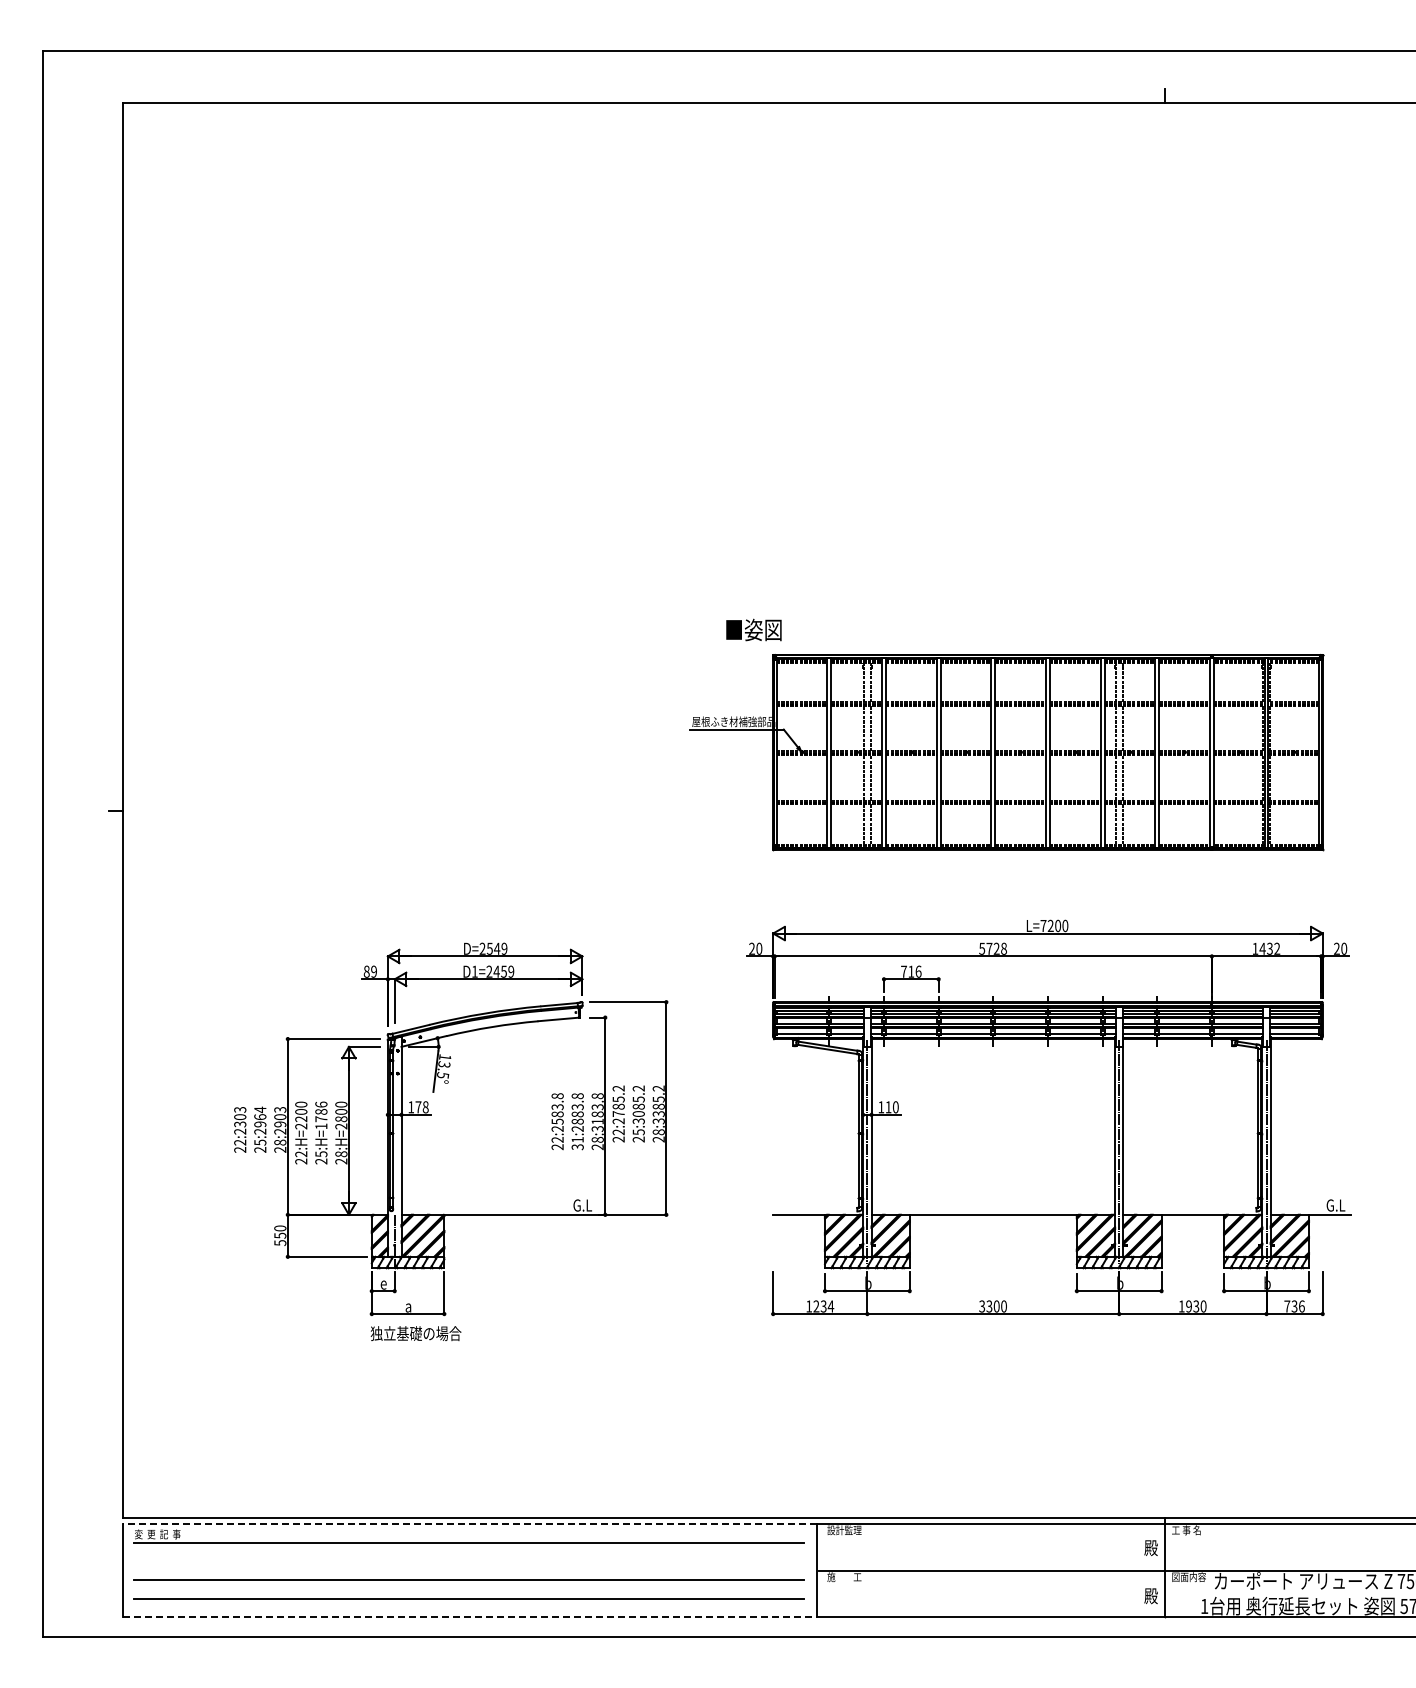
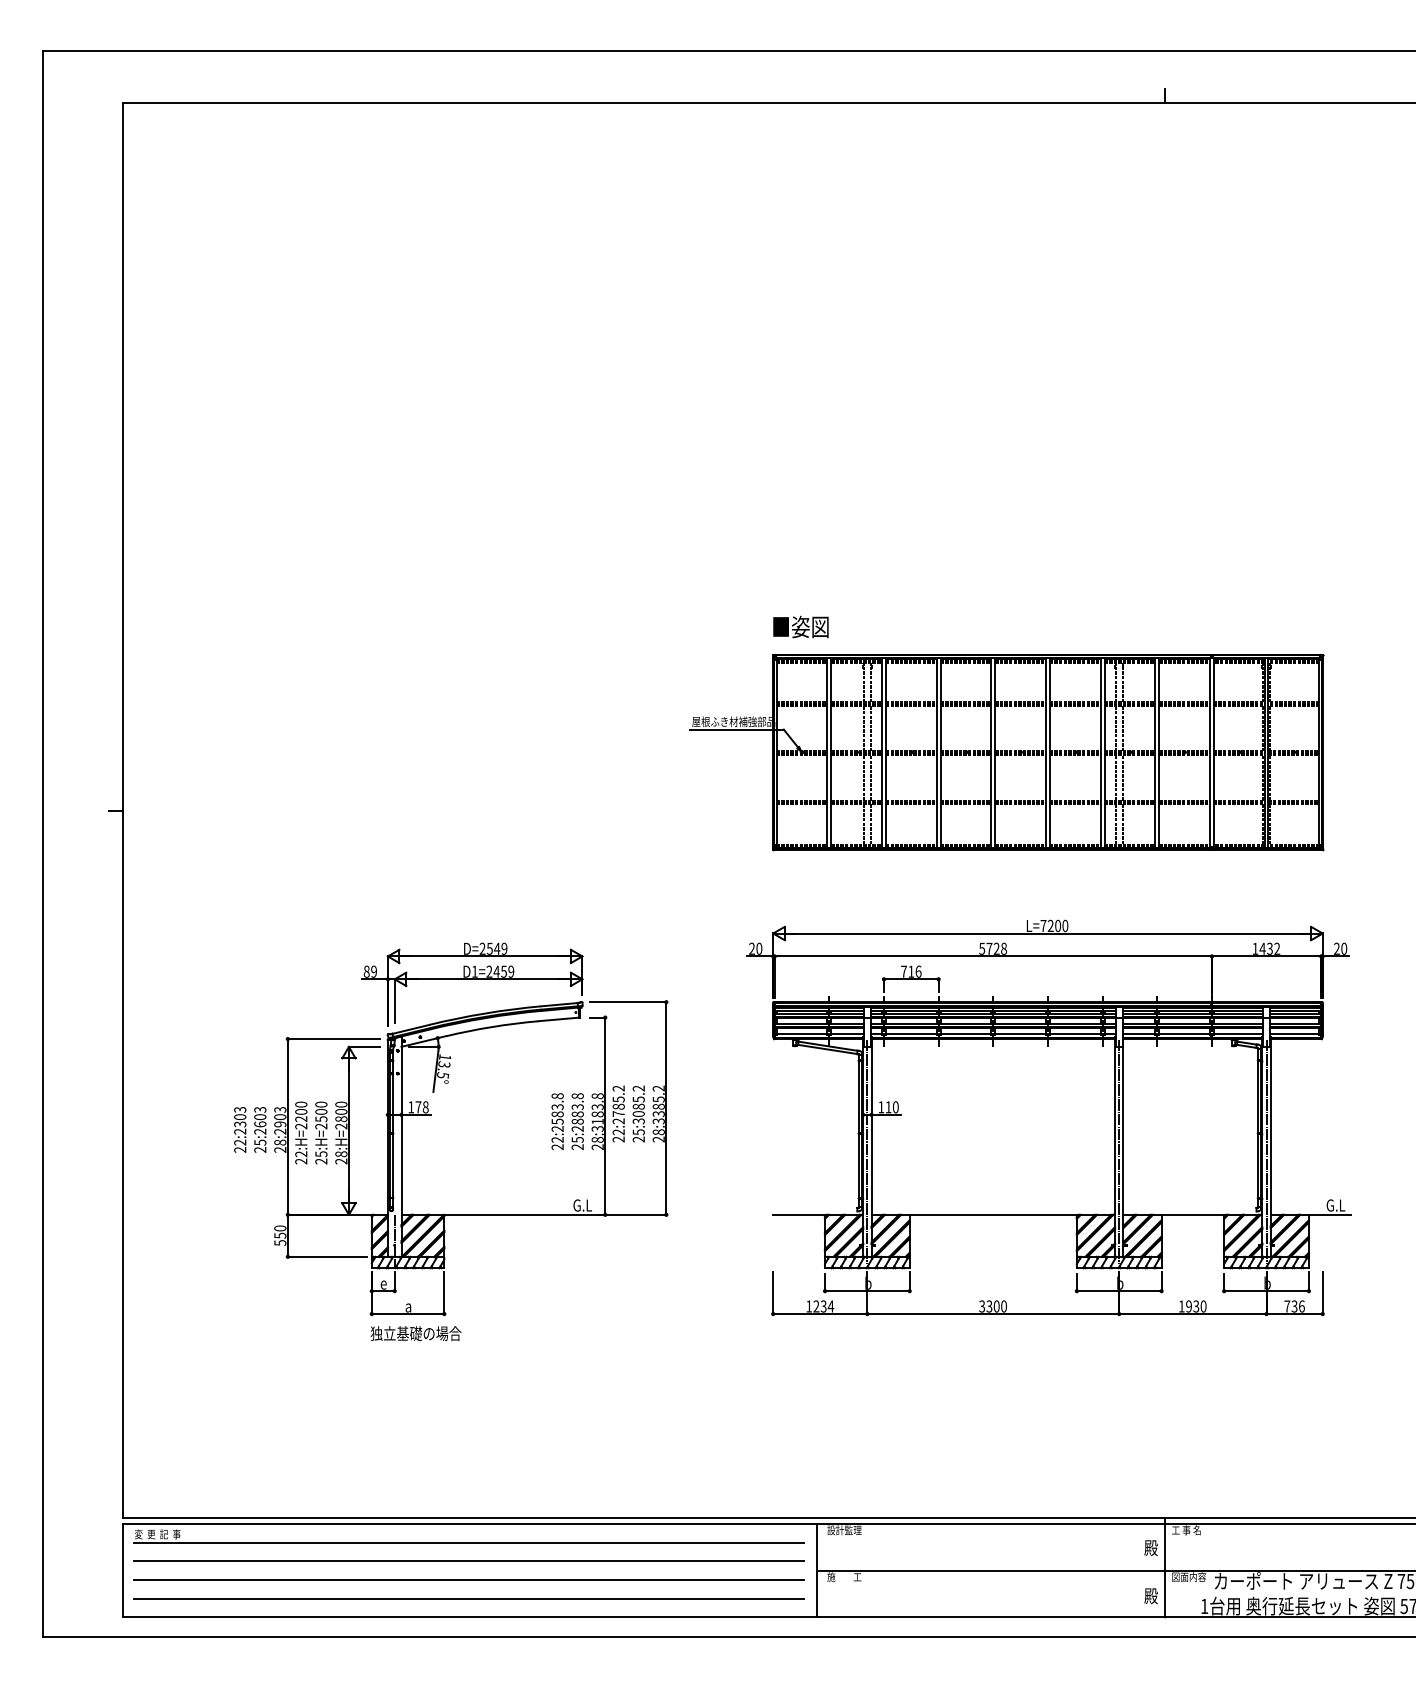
text at (753, 629) position: (753, 629) -> (800, 626)
text at (321, 1115): 25:H=1786 -> 25:H=2500
text at (260, 1116): 25:2964 -> 25:2603
text at (577, 1143): 31:2883.8 -> 25:2883.8
line at (469, 1523): dashed -> solid
line at (468, 1560): none -> present
line at (470, 1617): dashed -> solid
